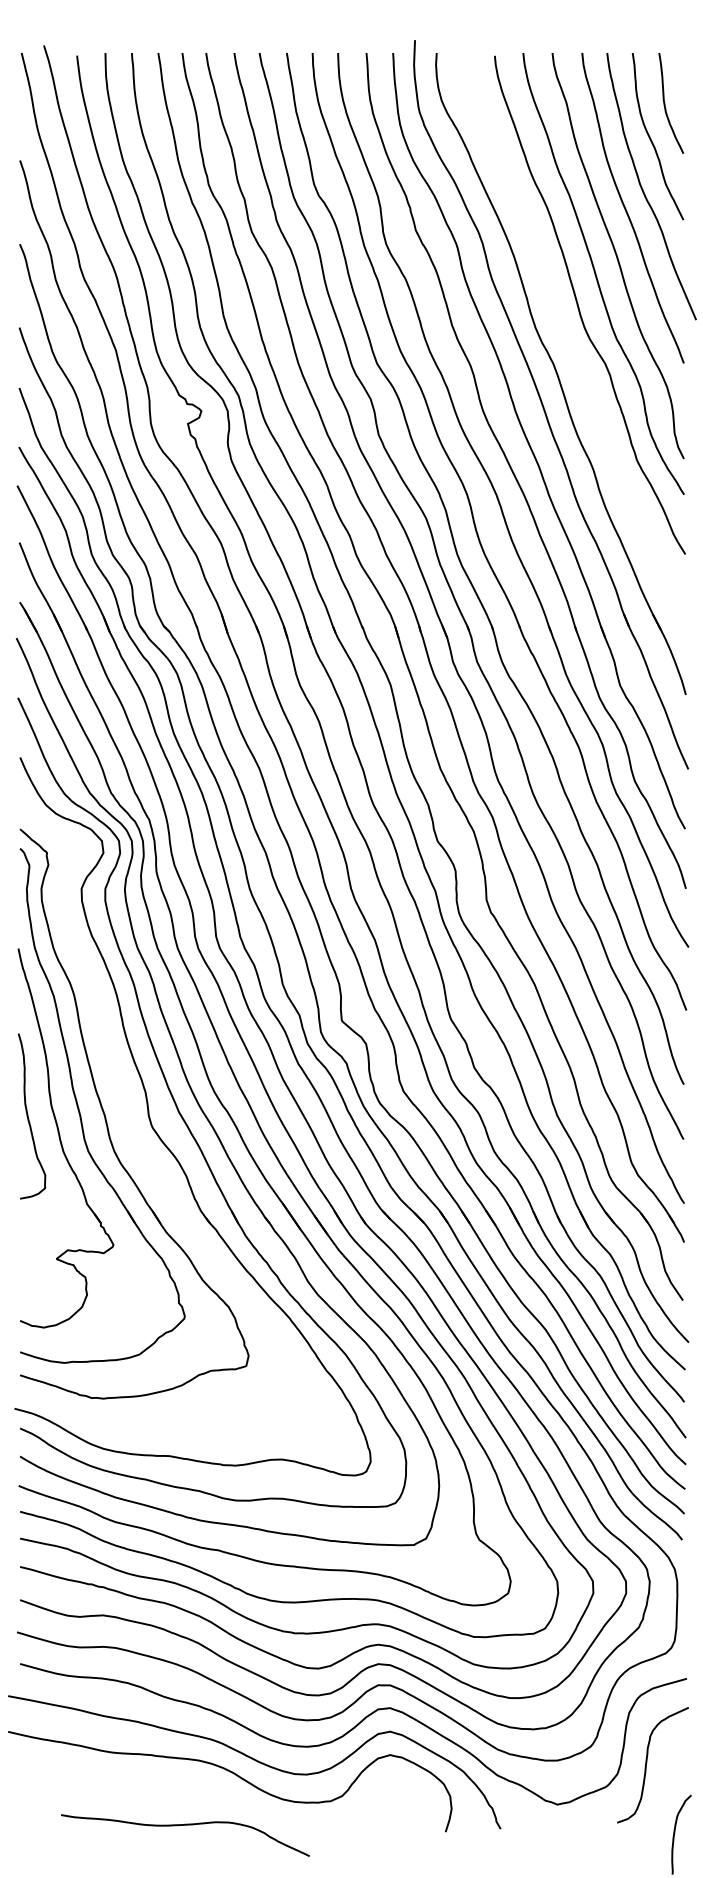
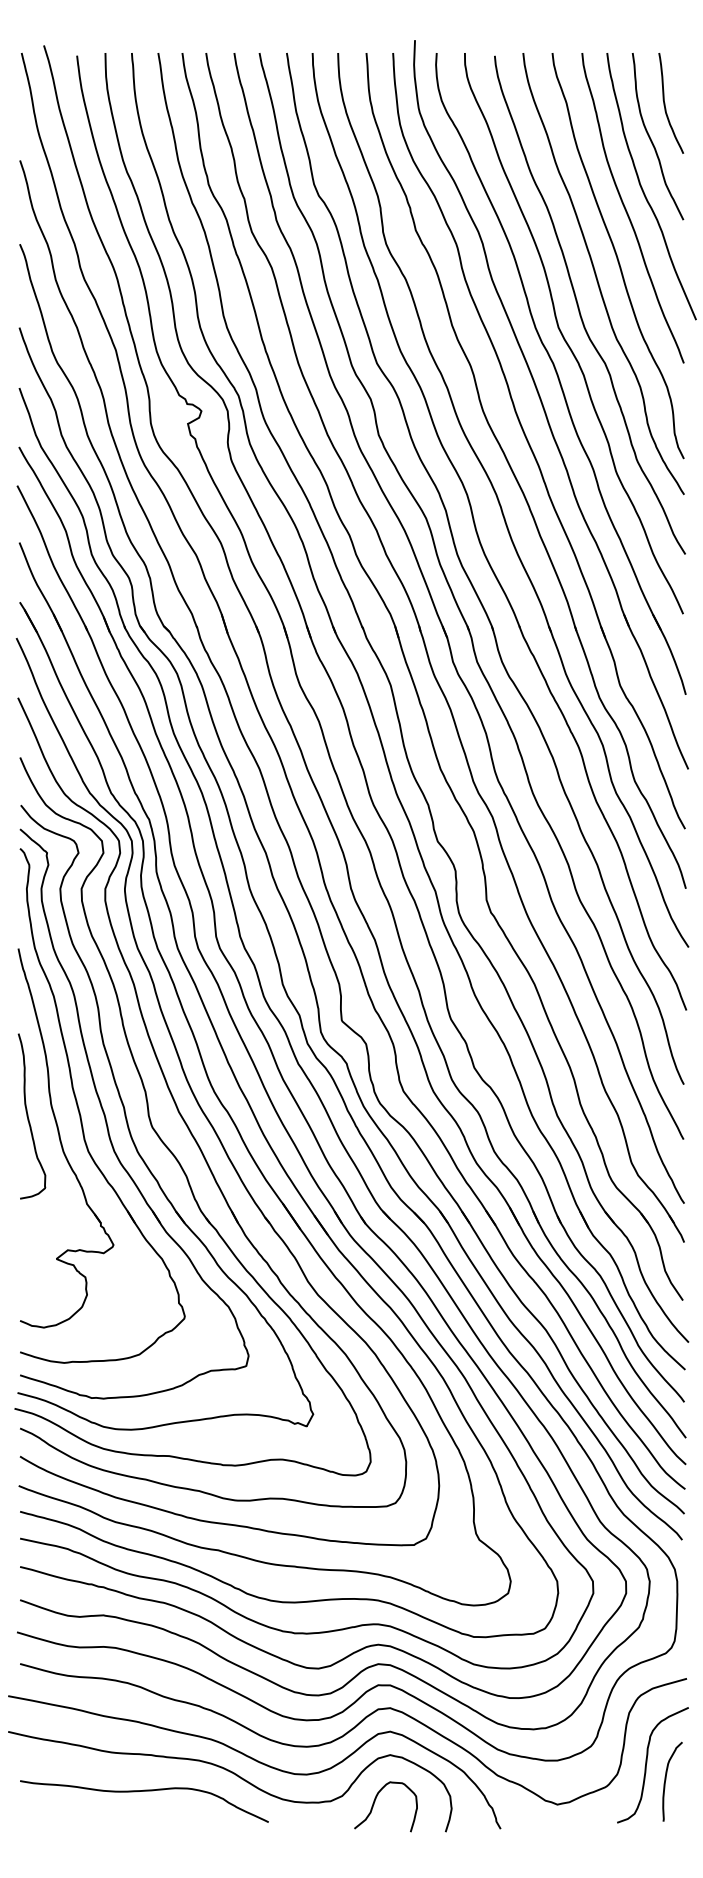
curve at (565, 338): none -> present
part at (128, 1122): none -> present
curve at (375, 1801): none -> present
curve at (185, 1825) position: (185, 1825) -> (144, 1791)
curve at (675, 1833) position: (675, 1833) -> (666, 1780)
